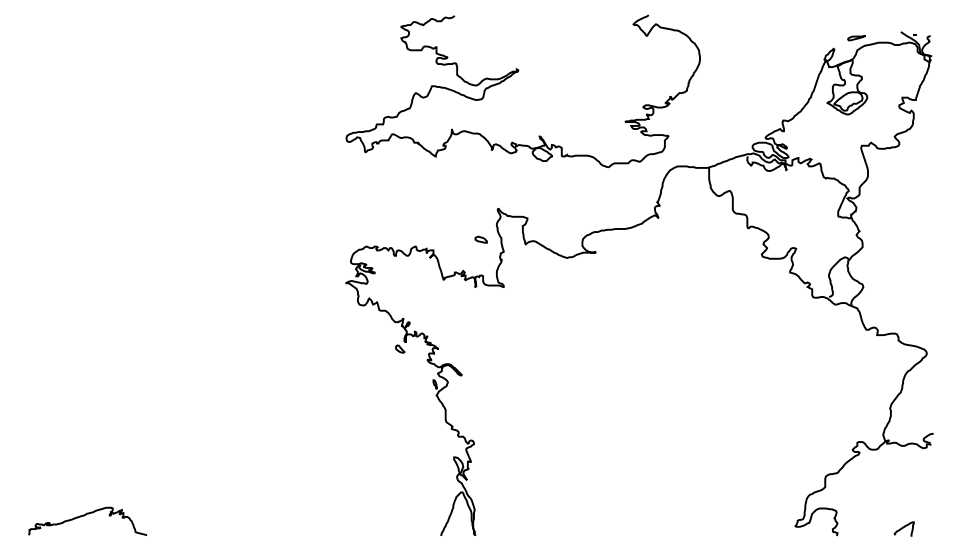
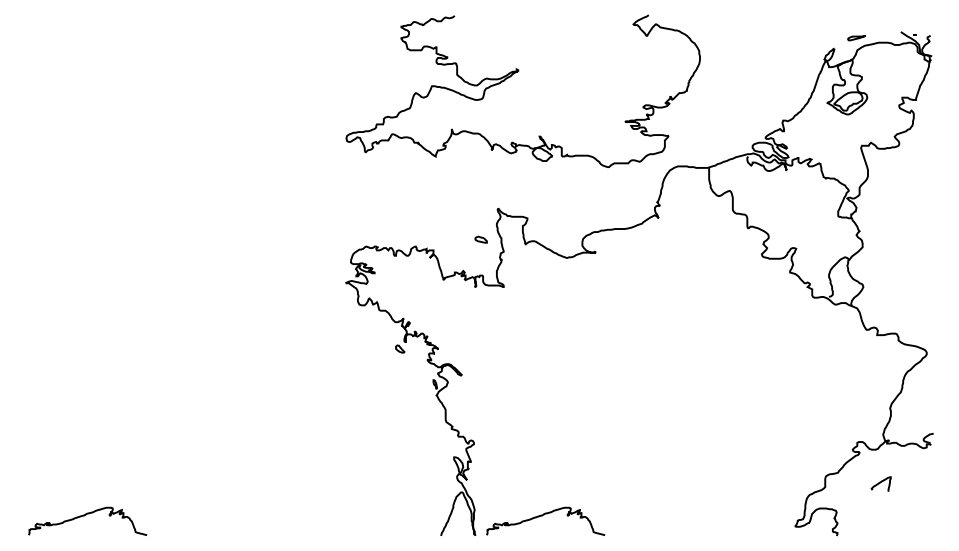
curve at (542, 516): none -> present
curve at (903, 528) position: (903, 528) -> (880, 483)
